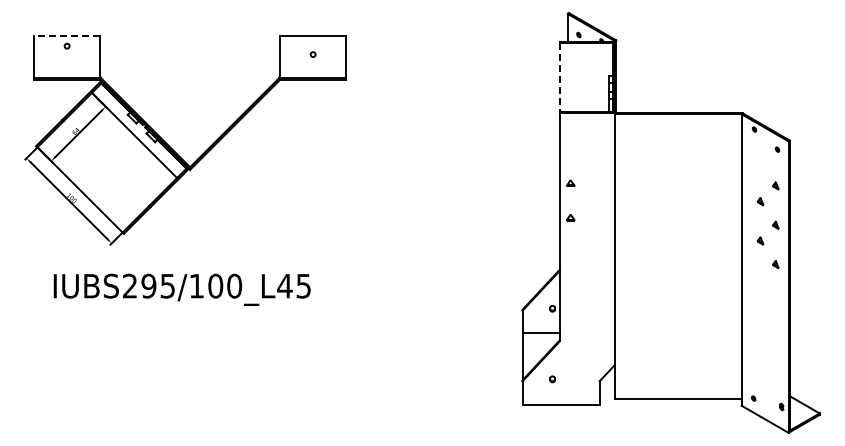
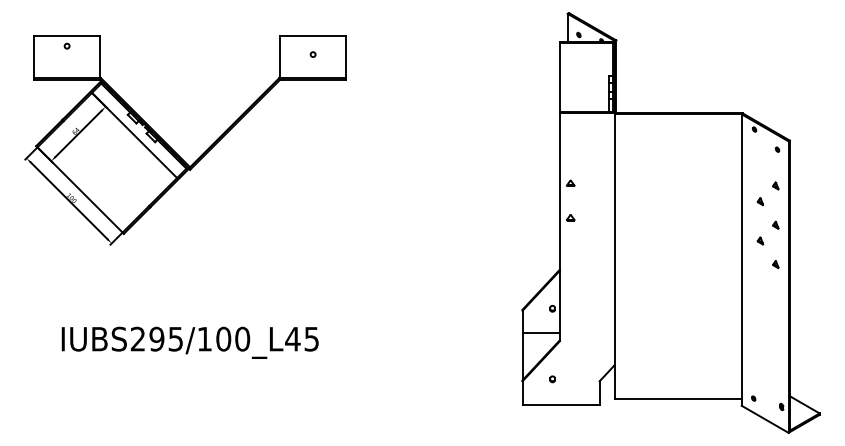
line at (66, 35): dashed -> solid
line at (559, 77): dashed -> solid
text at (181, 289) position: (181, 289) -> (189, 342)
